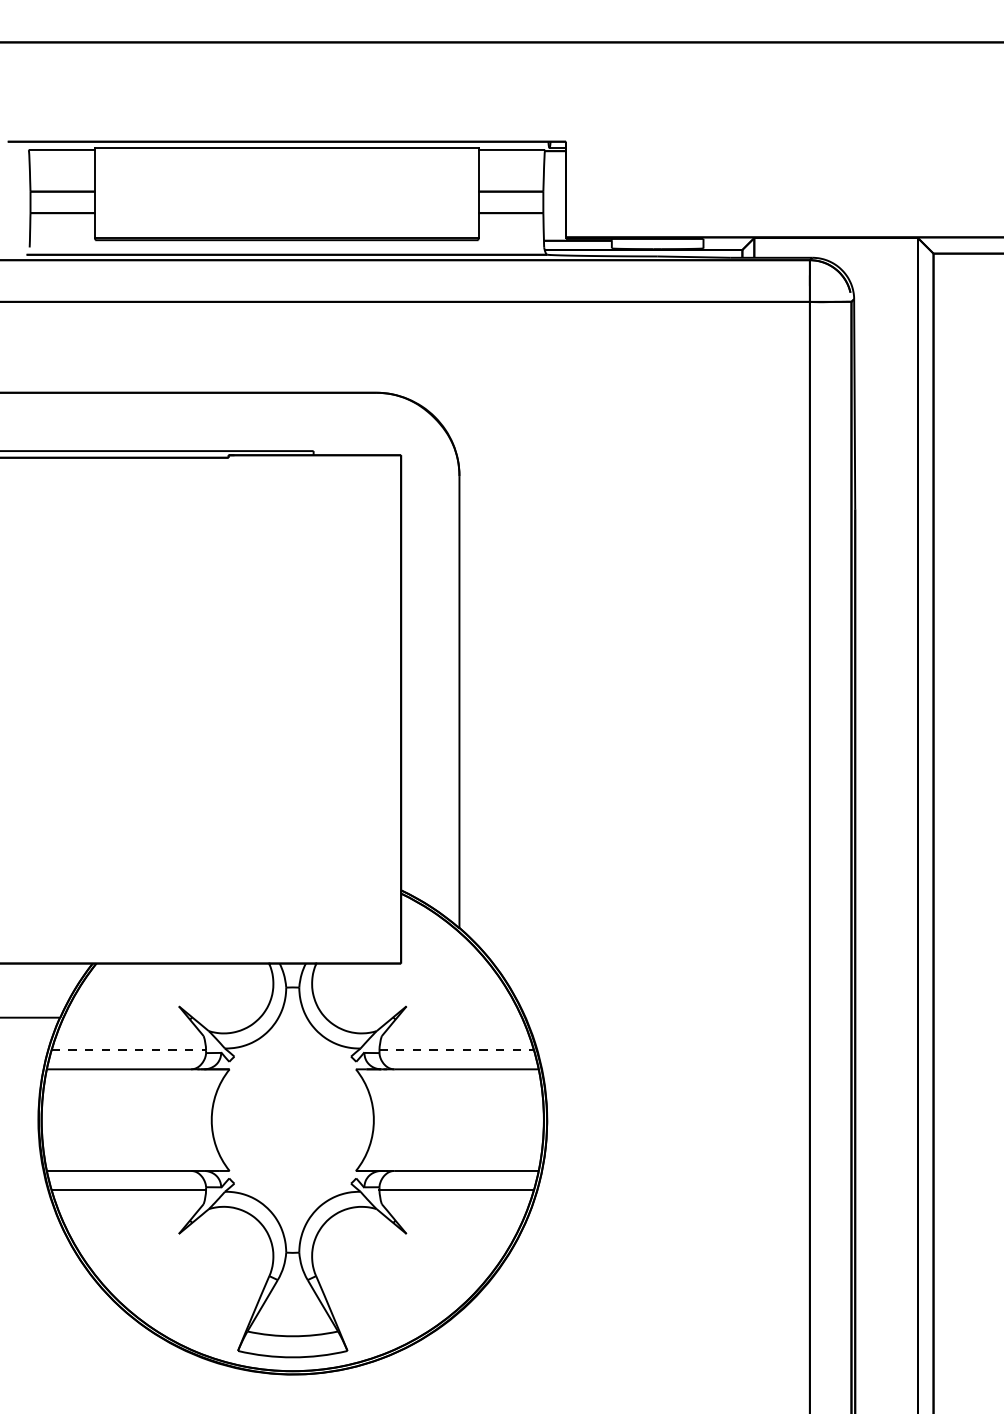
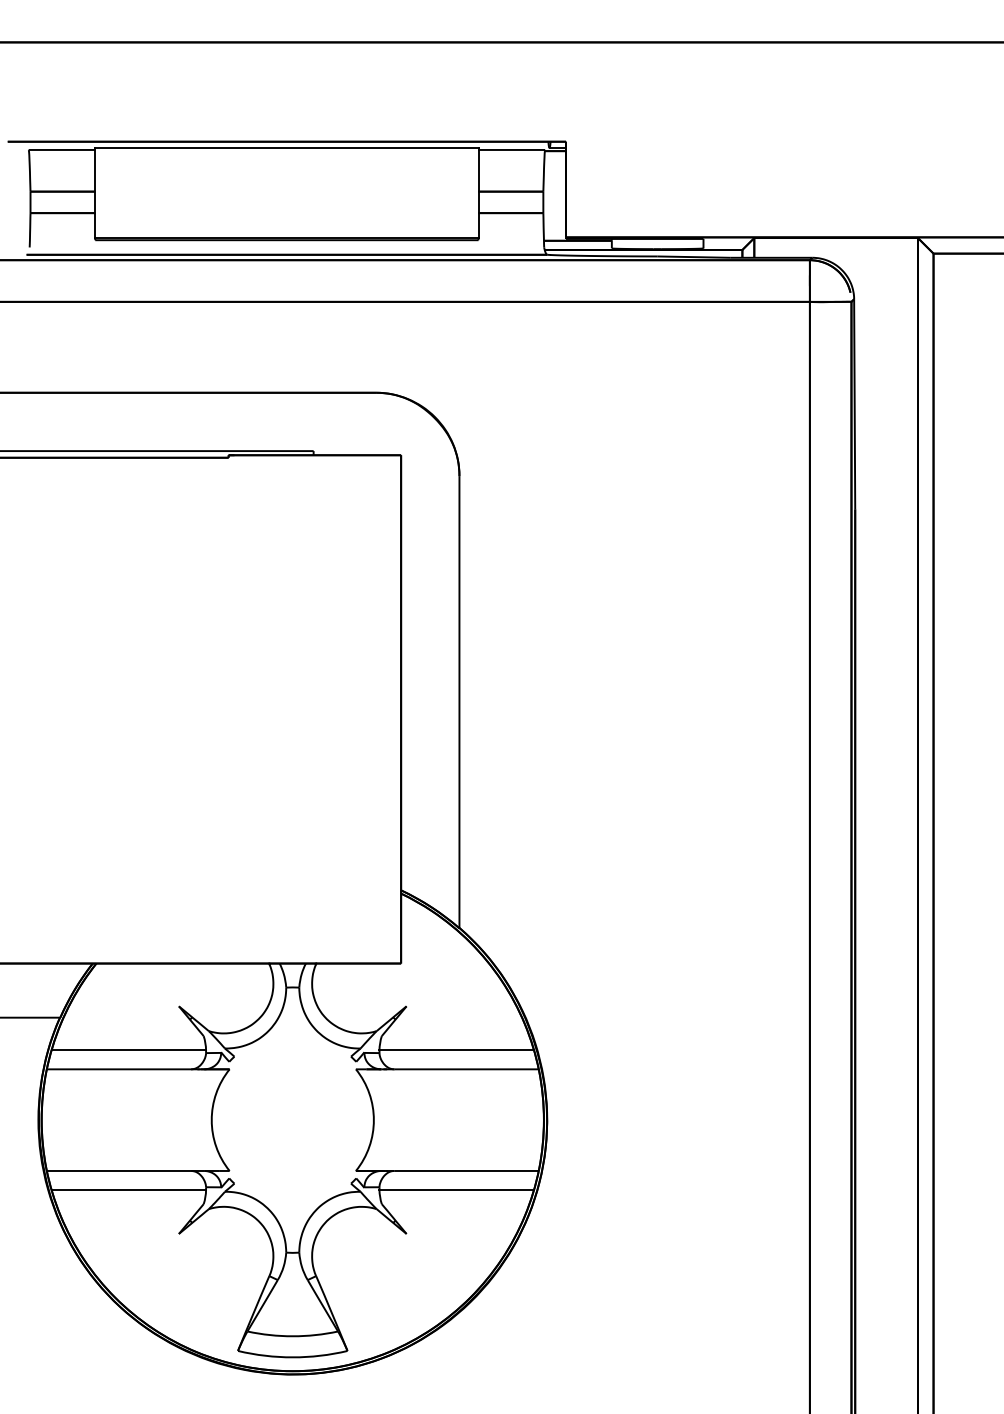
line at (129, 1050): dashed -> solid
line at (457, 1050): dashed -> solid
